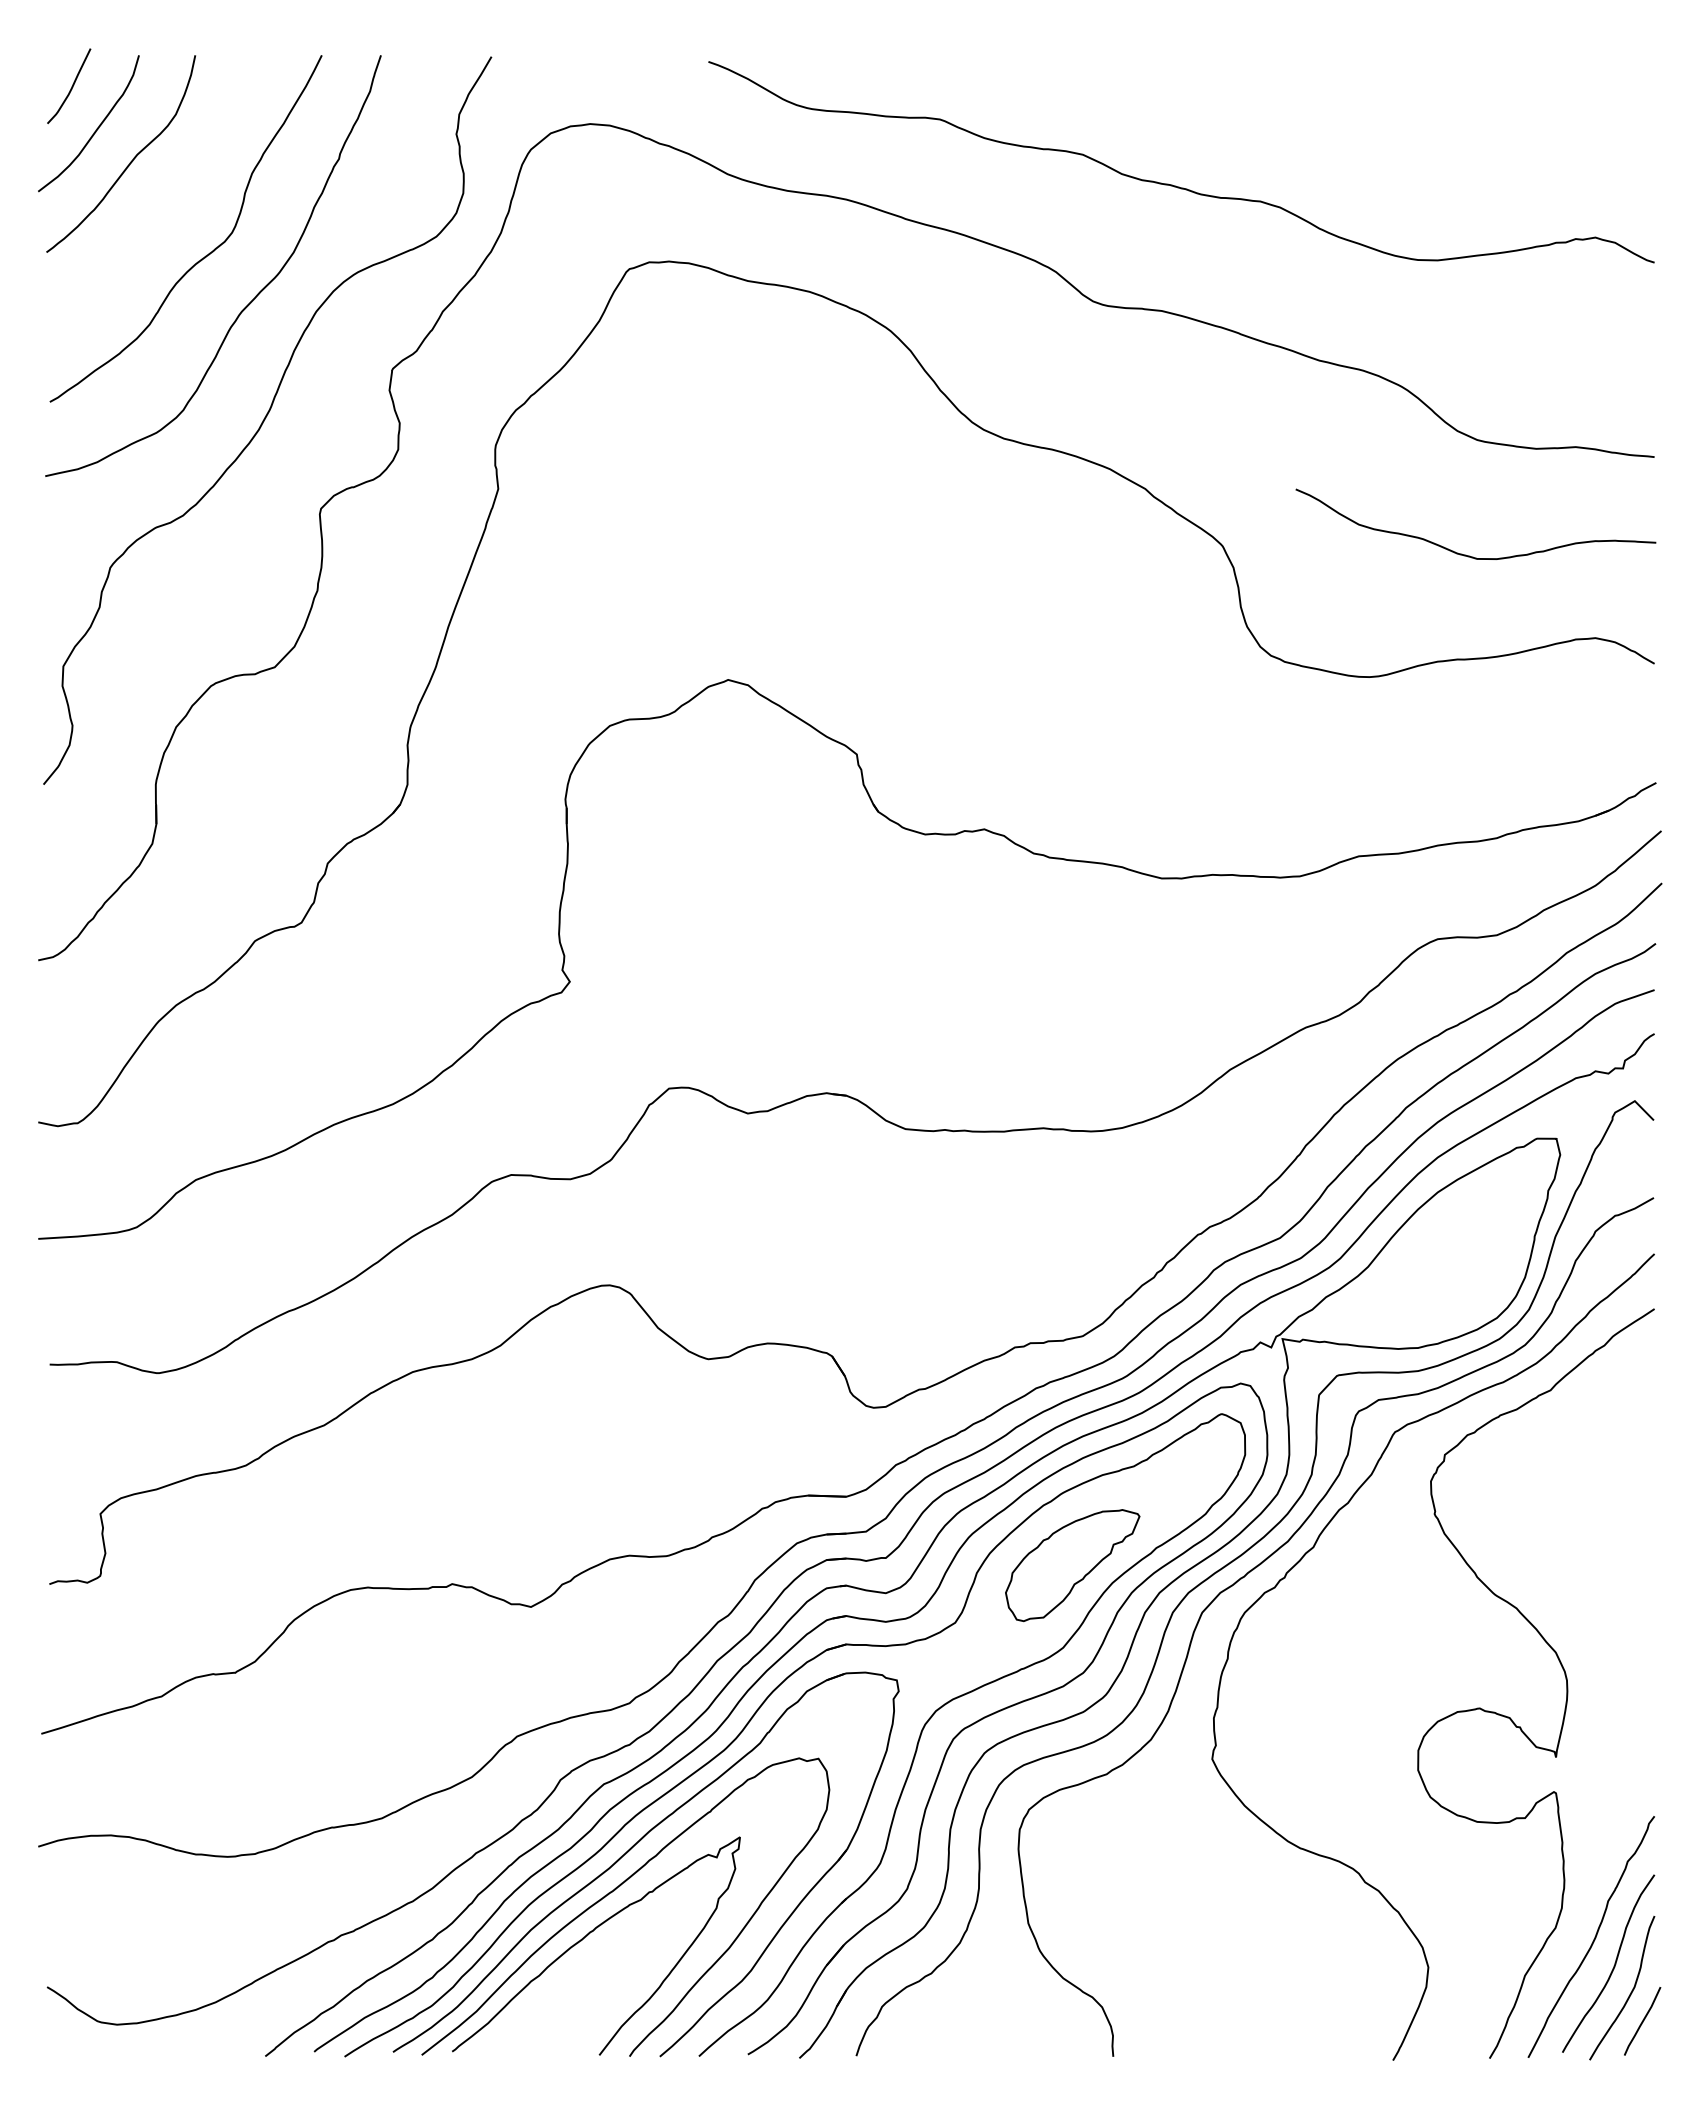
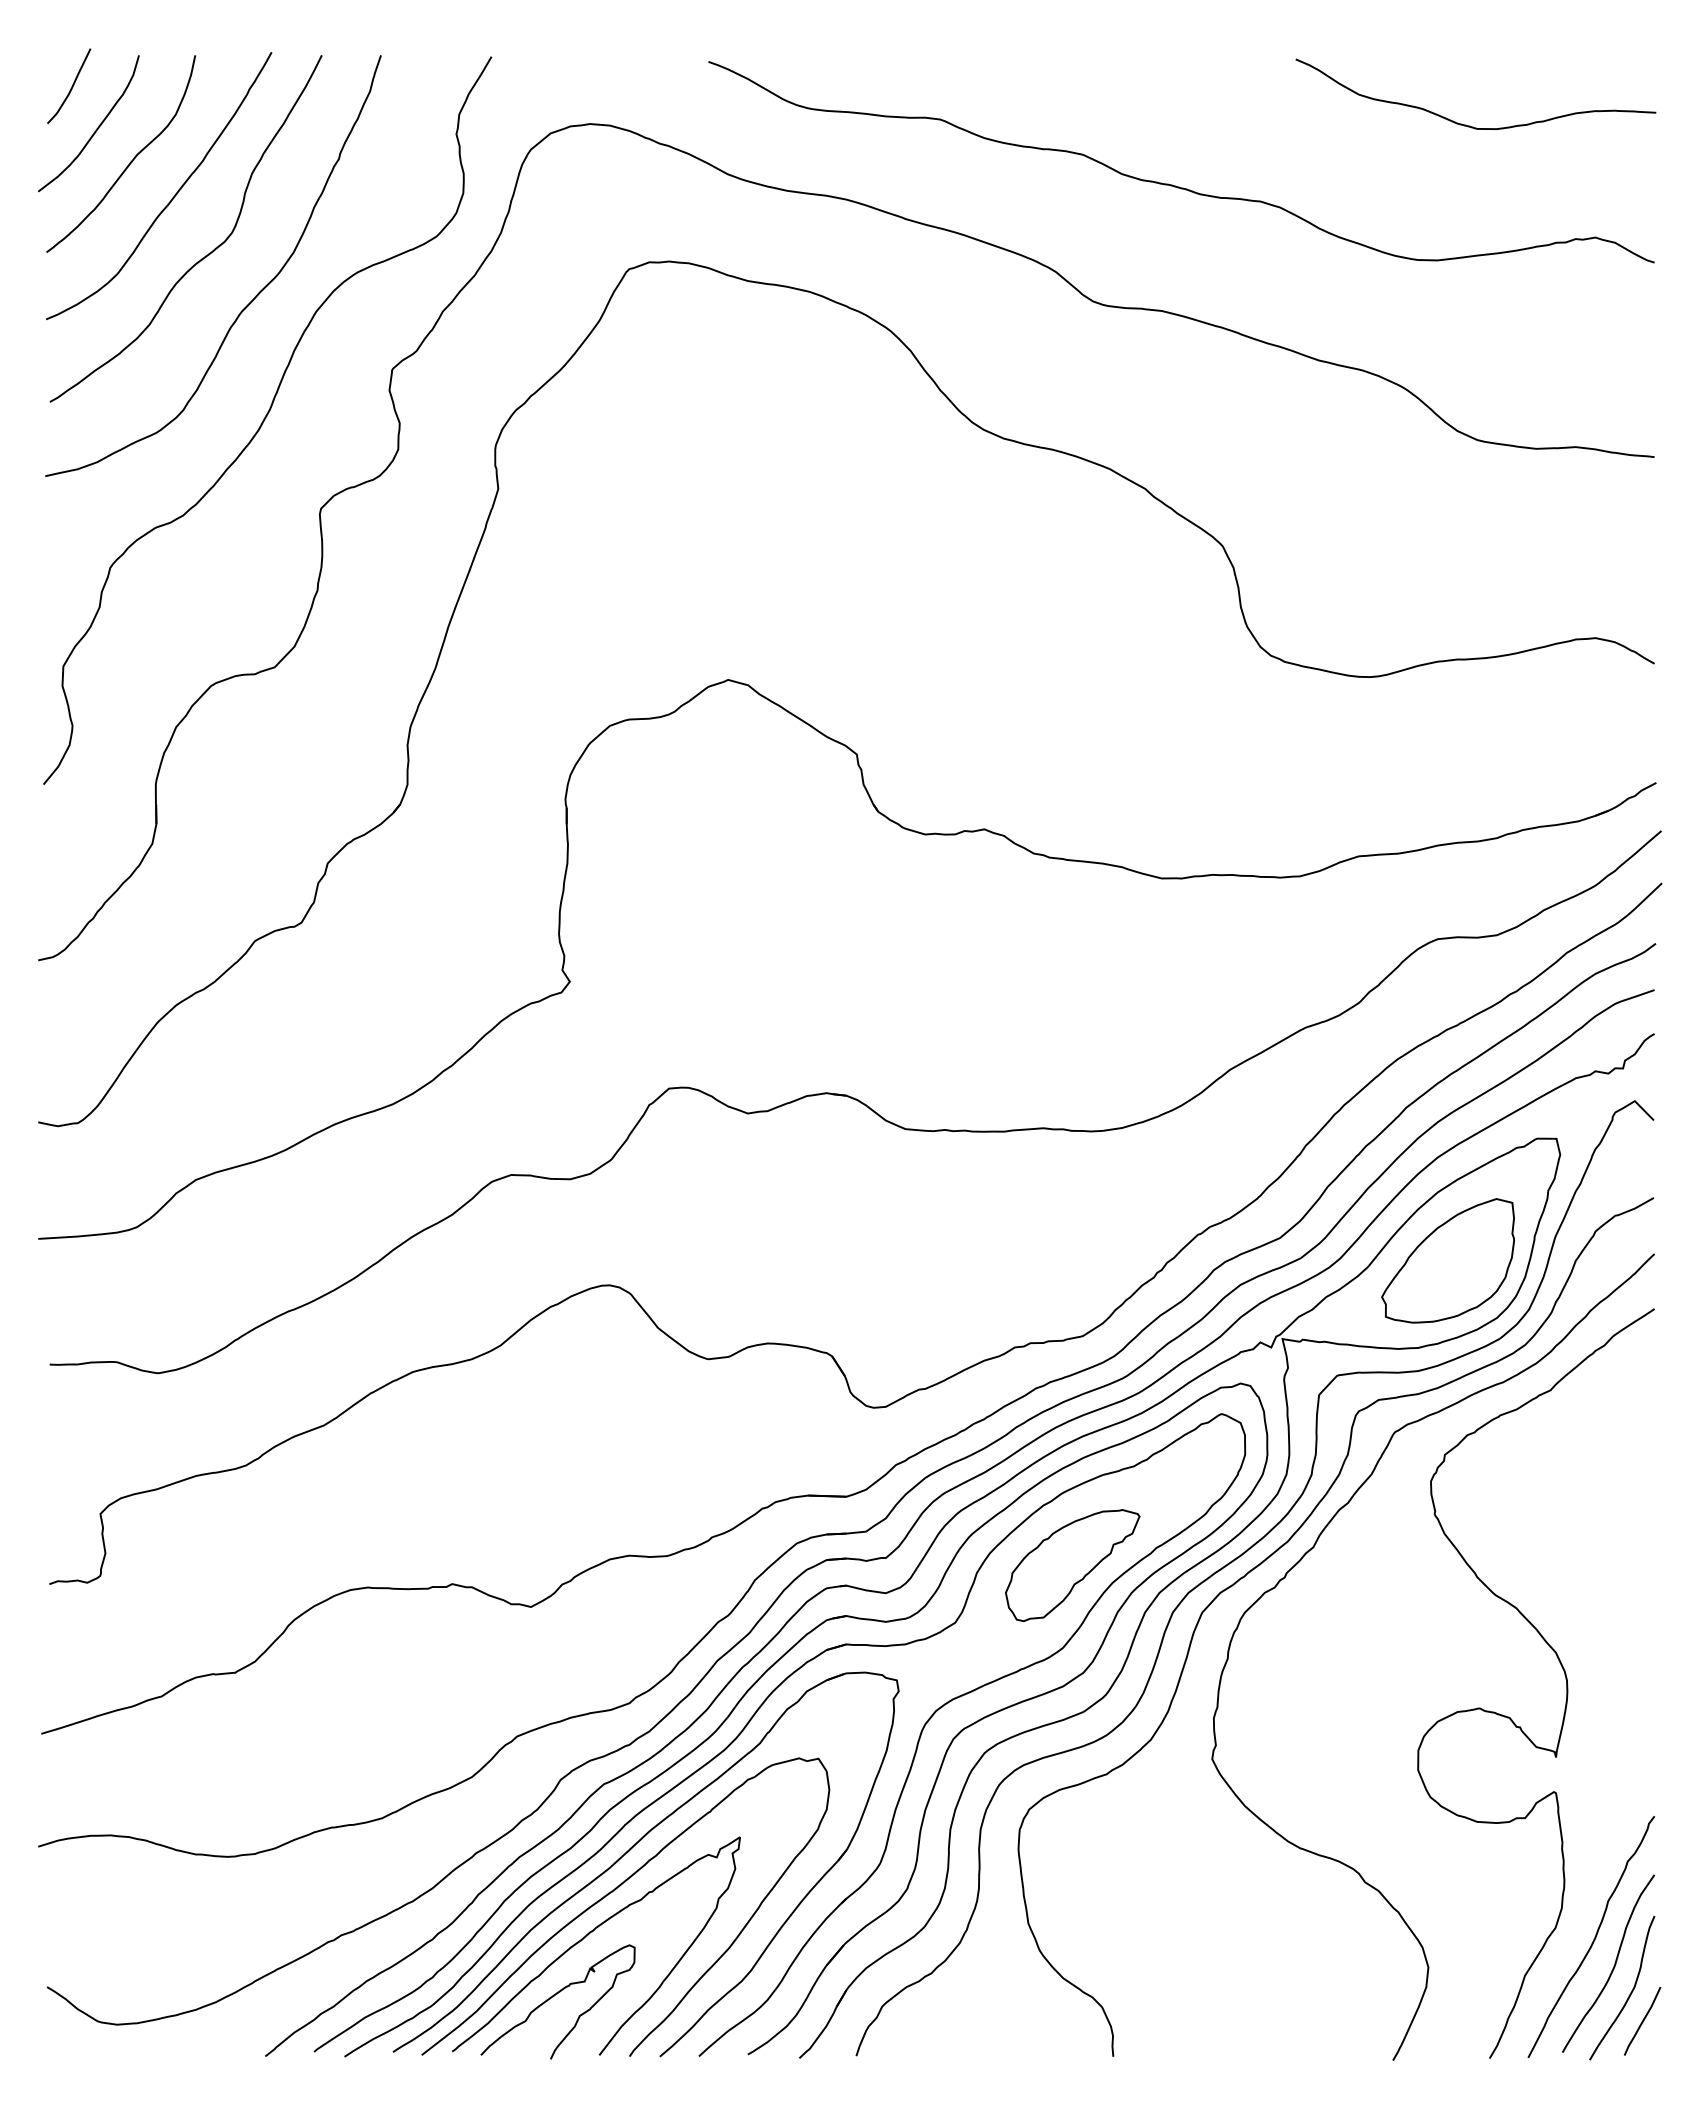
curve at (171, 198): none -> present
curve at (1469, 555) position: (1469, 555) -> (1469, 125)
part at (1447, 1260): none -> present
curve at (553, 1997): none -> present
